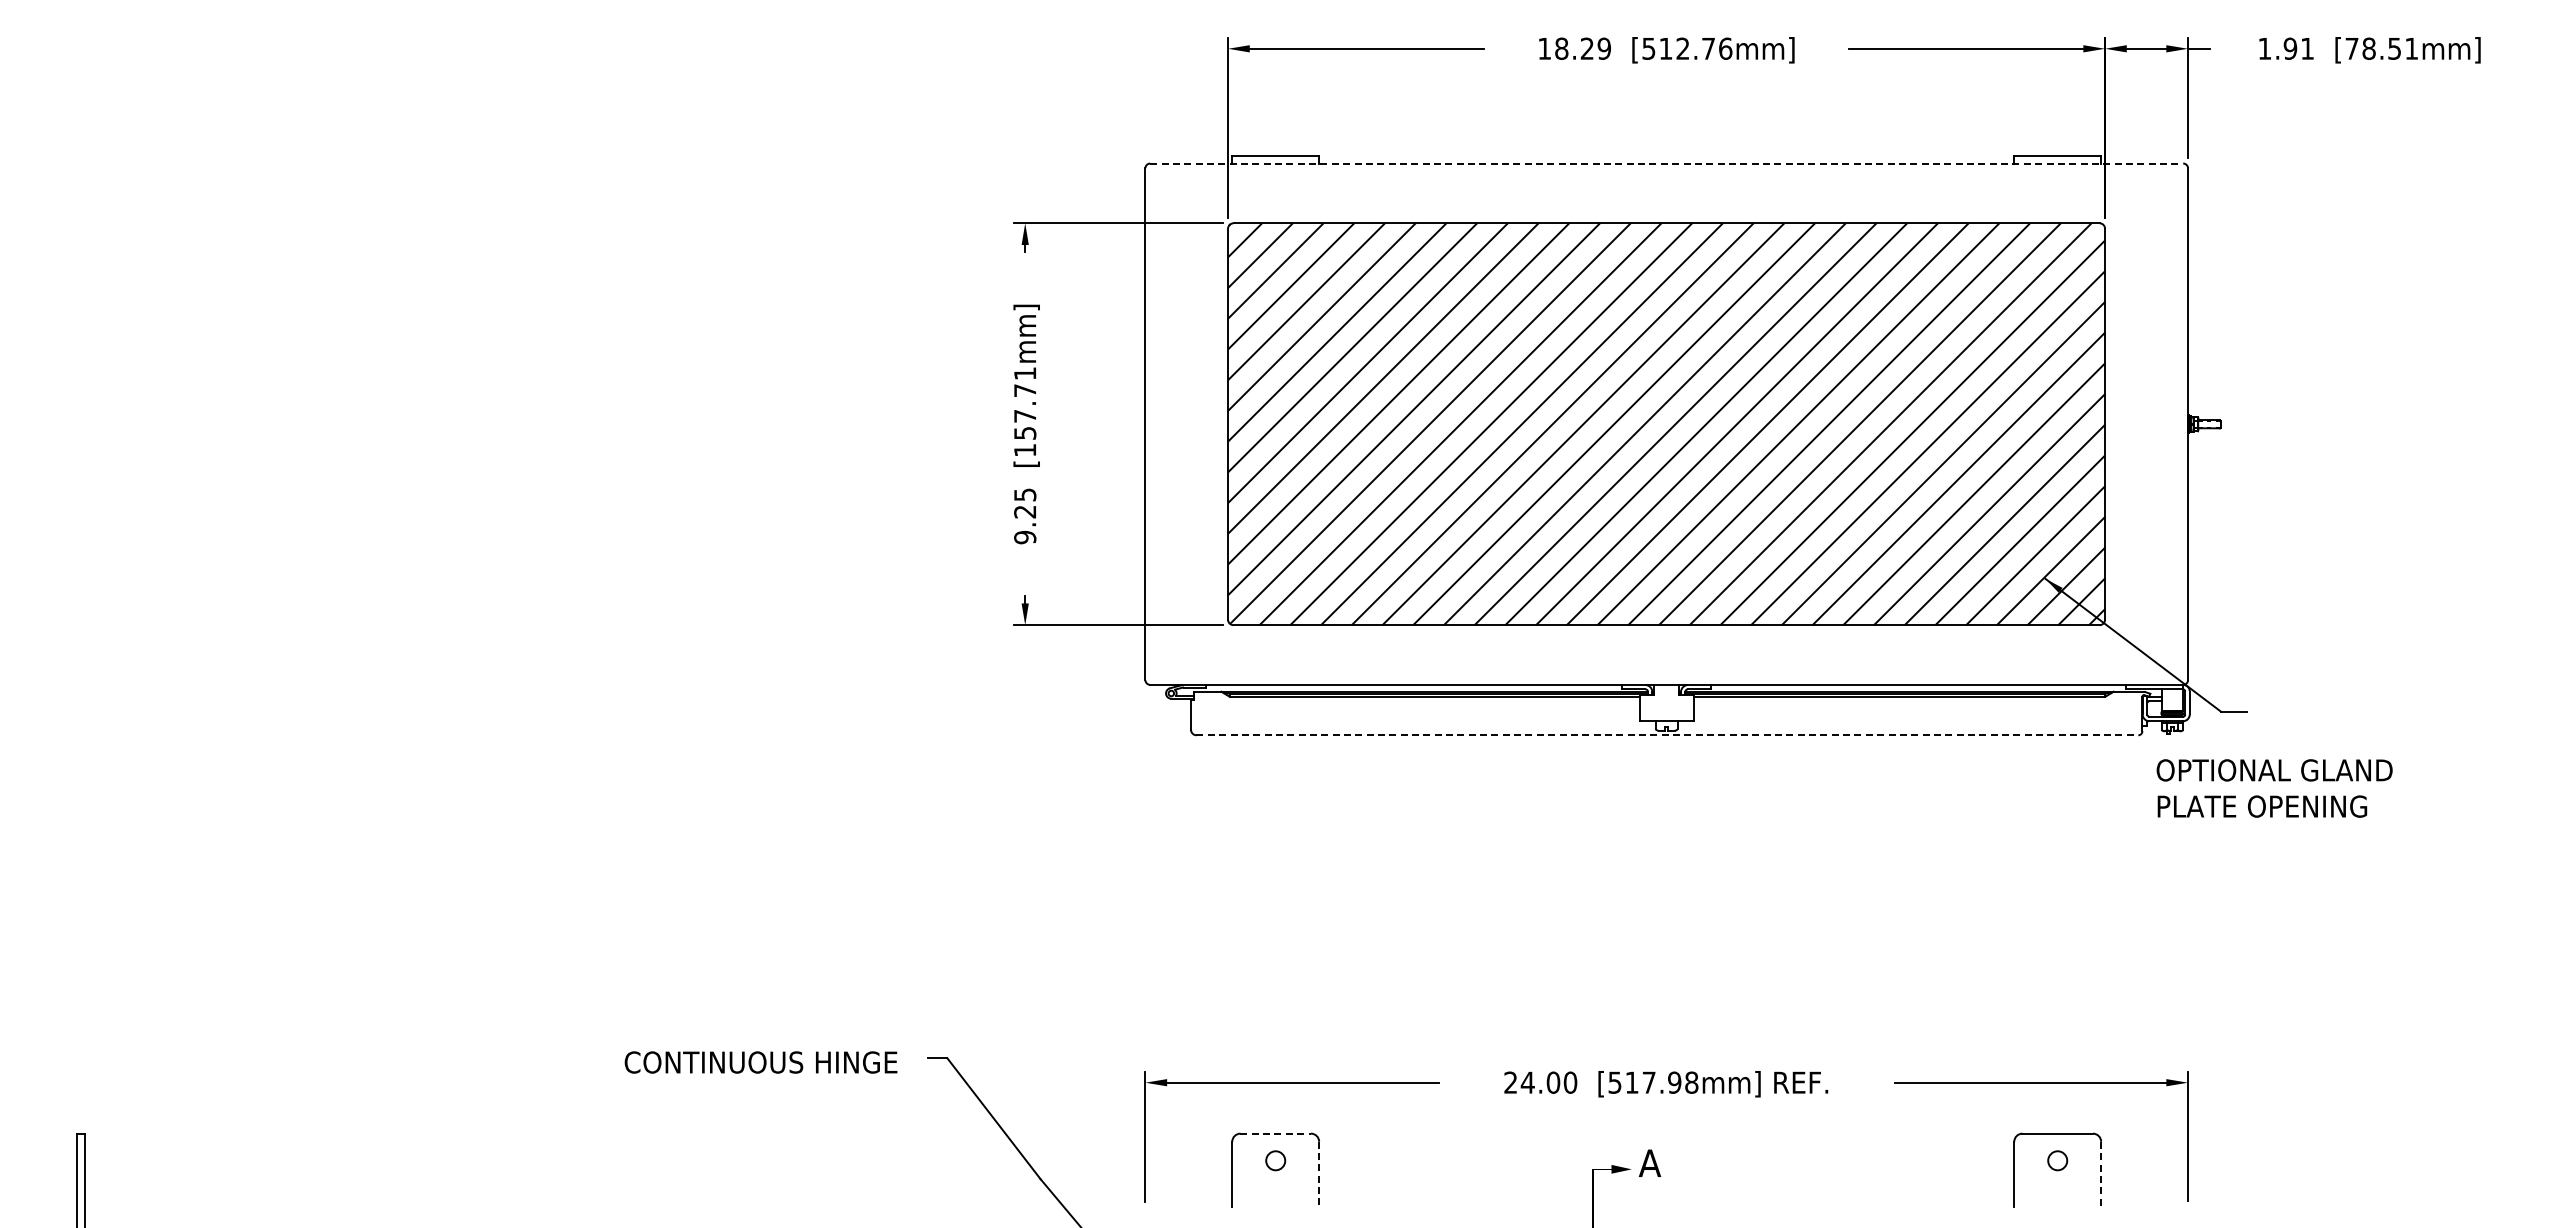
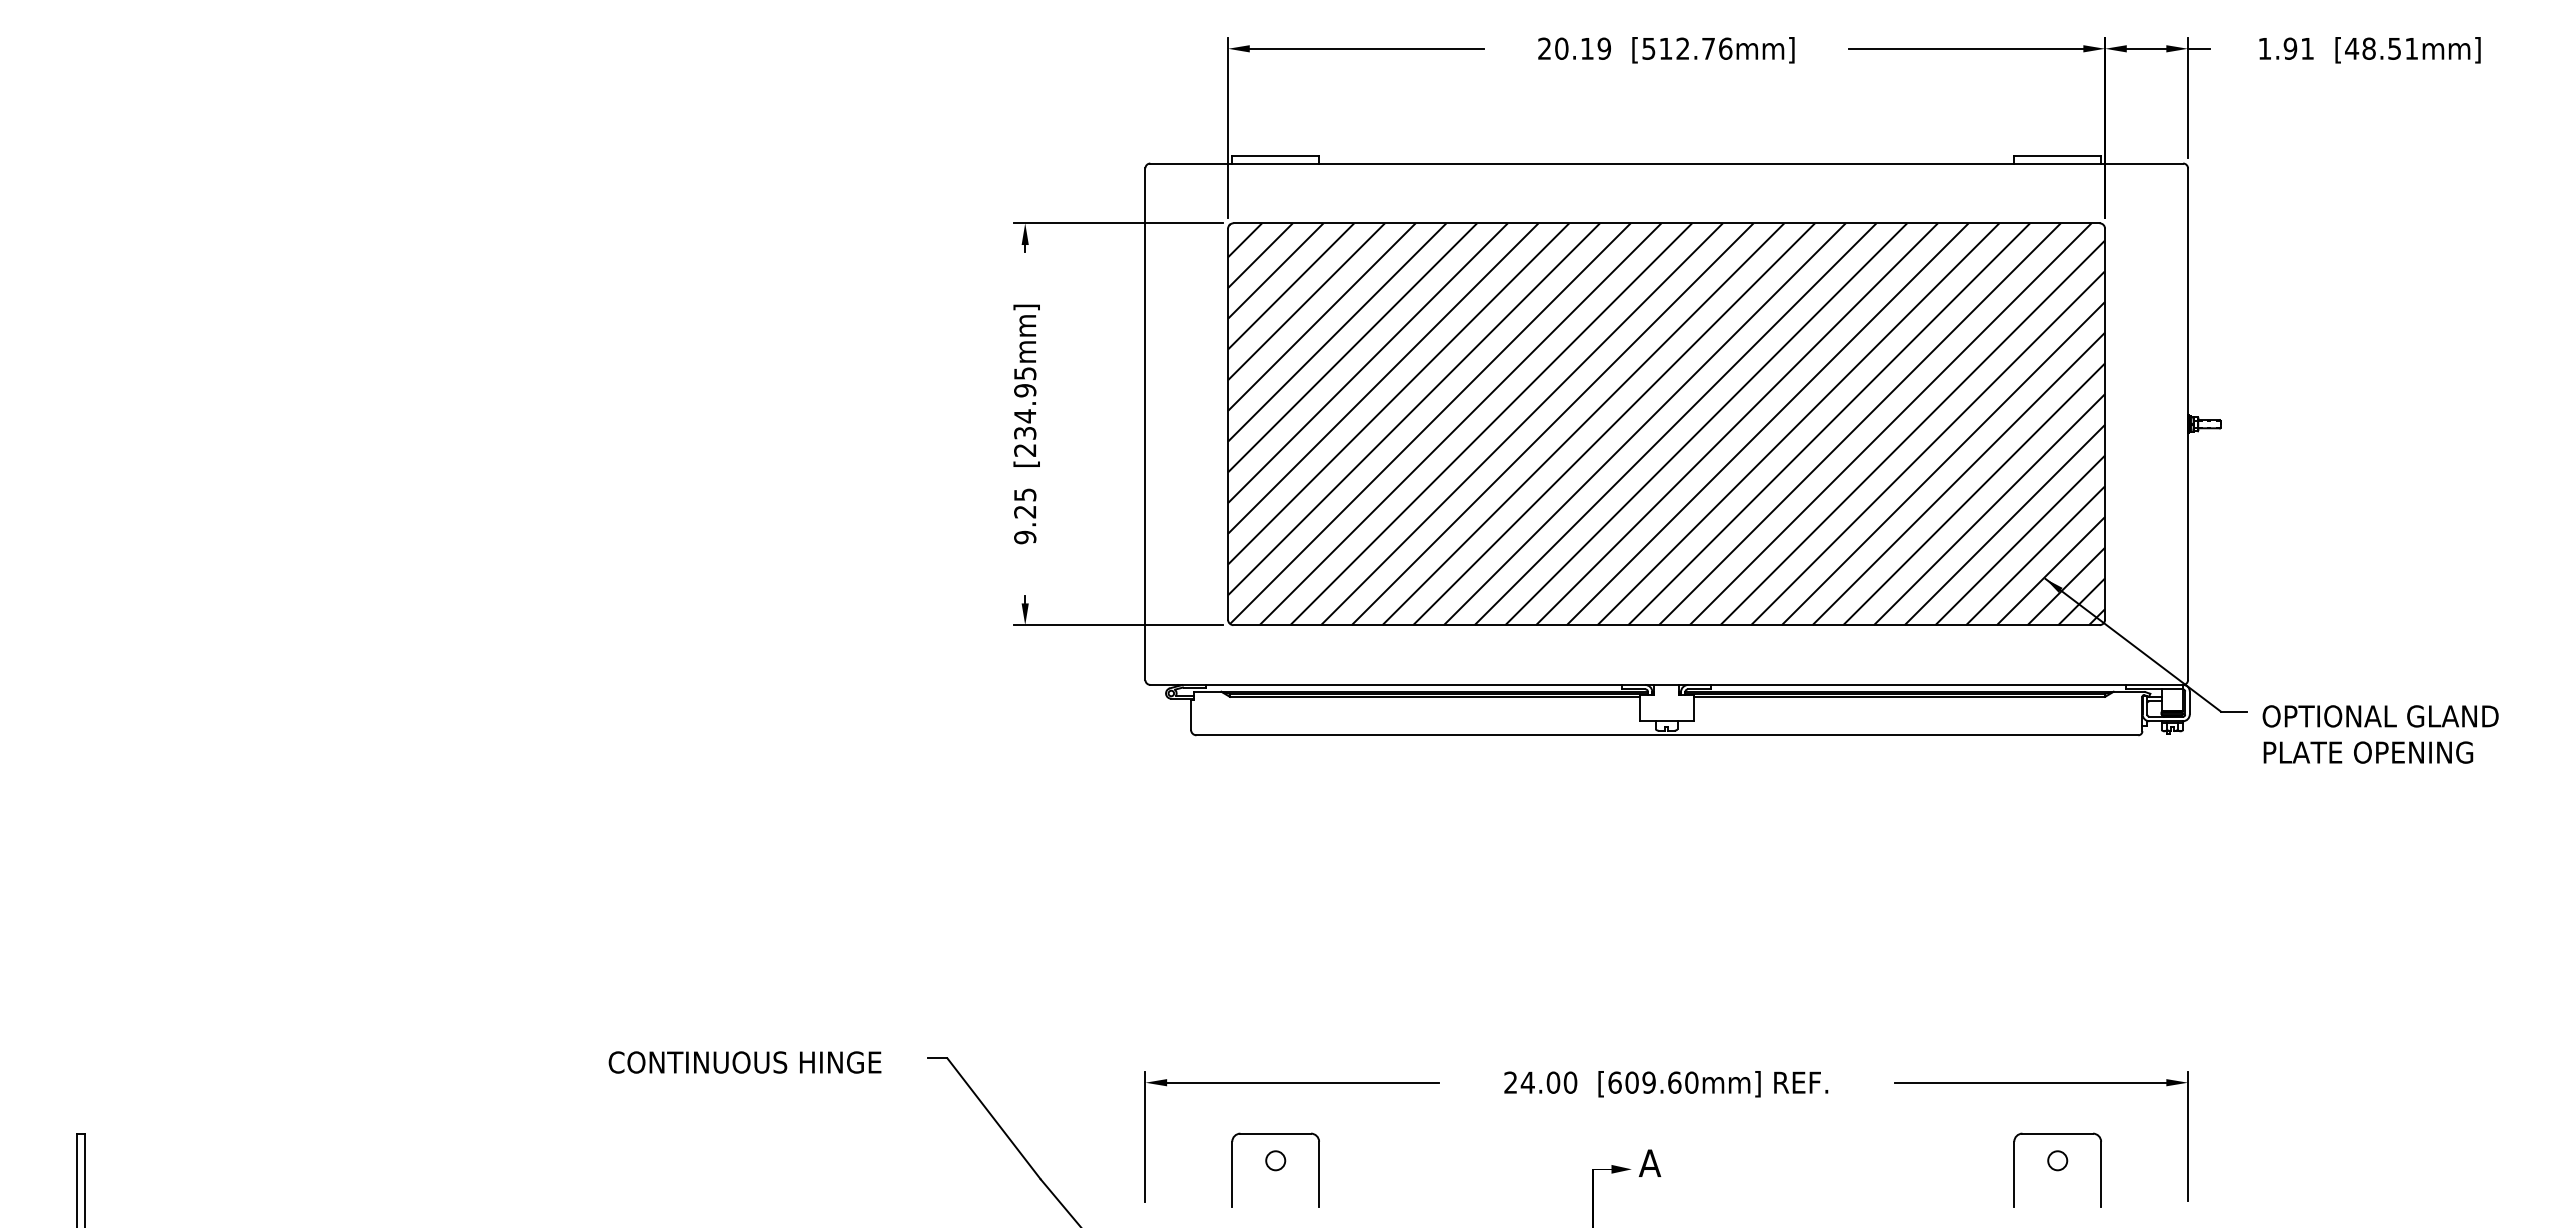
text at (1565, 48): 18.29 -> 20.19
text at (2352, 48): [78.51mm] -> [48.51mm]
line at (1667, 163): dashed -> solid
text at (1025, 411): [157.71mm] -> [234.95mm]
line at (1667, 735): dashed -> solid
text at (2274, 788) position: (2274, 788) -> (2380, 734)
text at (760, 1062) position: (760, 1062) -> (744, 1062)
text at (1653, 1082): [517.98mm] -> [609.60mm]
line at (1276, 1133): dashed -> solid
line at (1319, 1174): dashed -> solid
line at (2101, 1174): dashed -> solid
